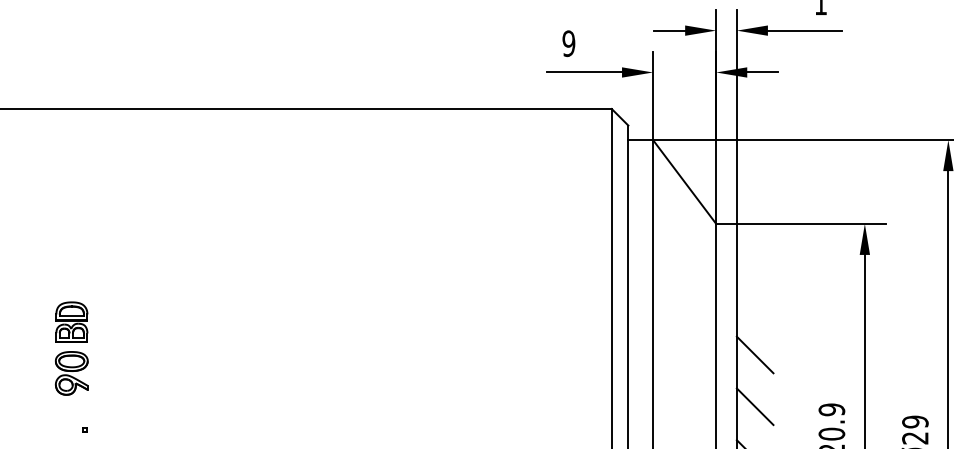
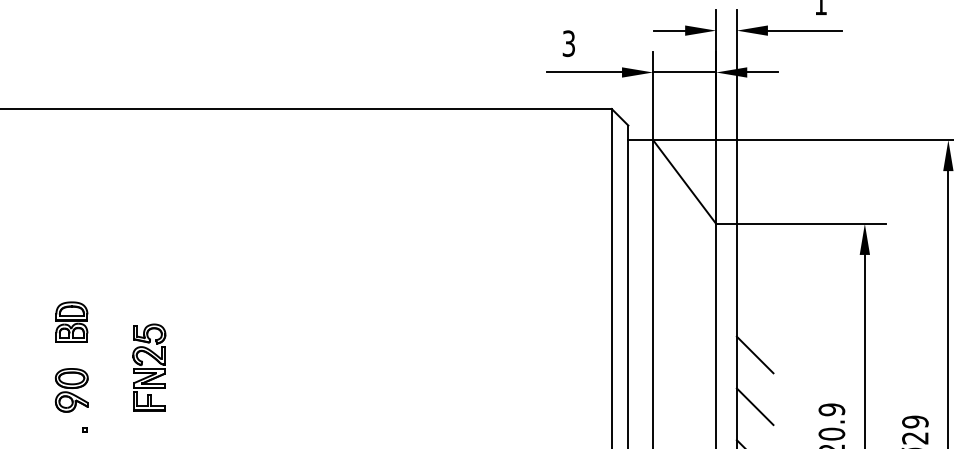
text at (568, 43): 9 -> 3
line at (684, 72): none -> present
part at (149, 367): none -> present
part at (71, 373) position: (71, 373) -> (71, 390)
